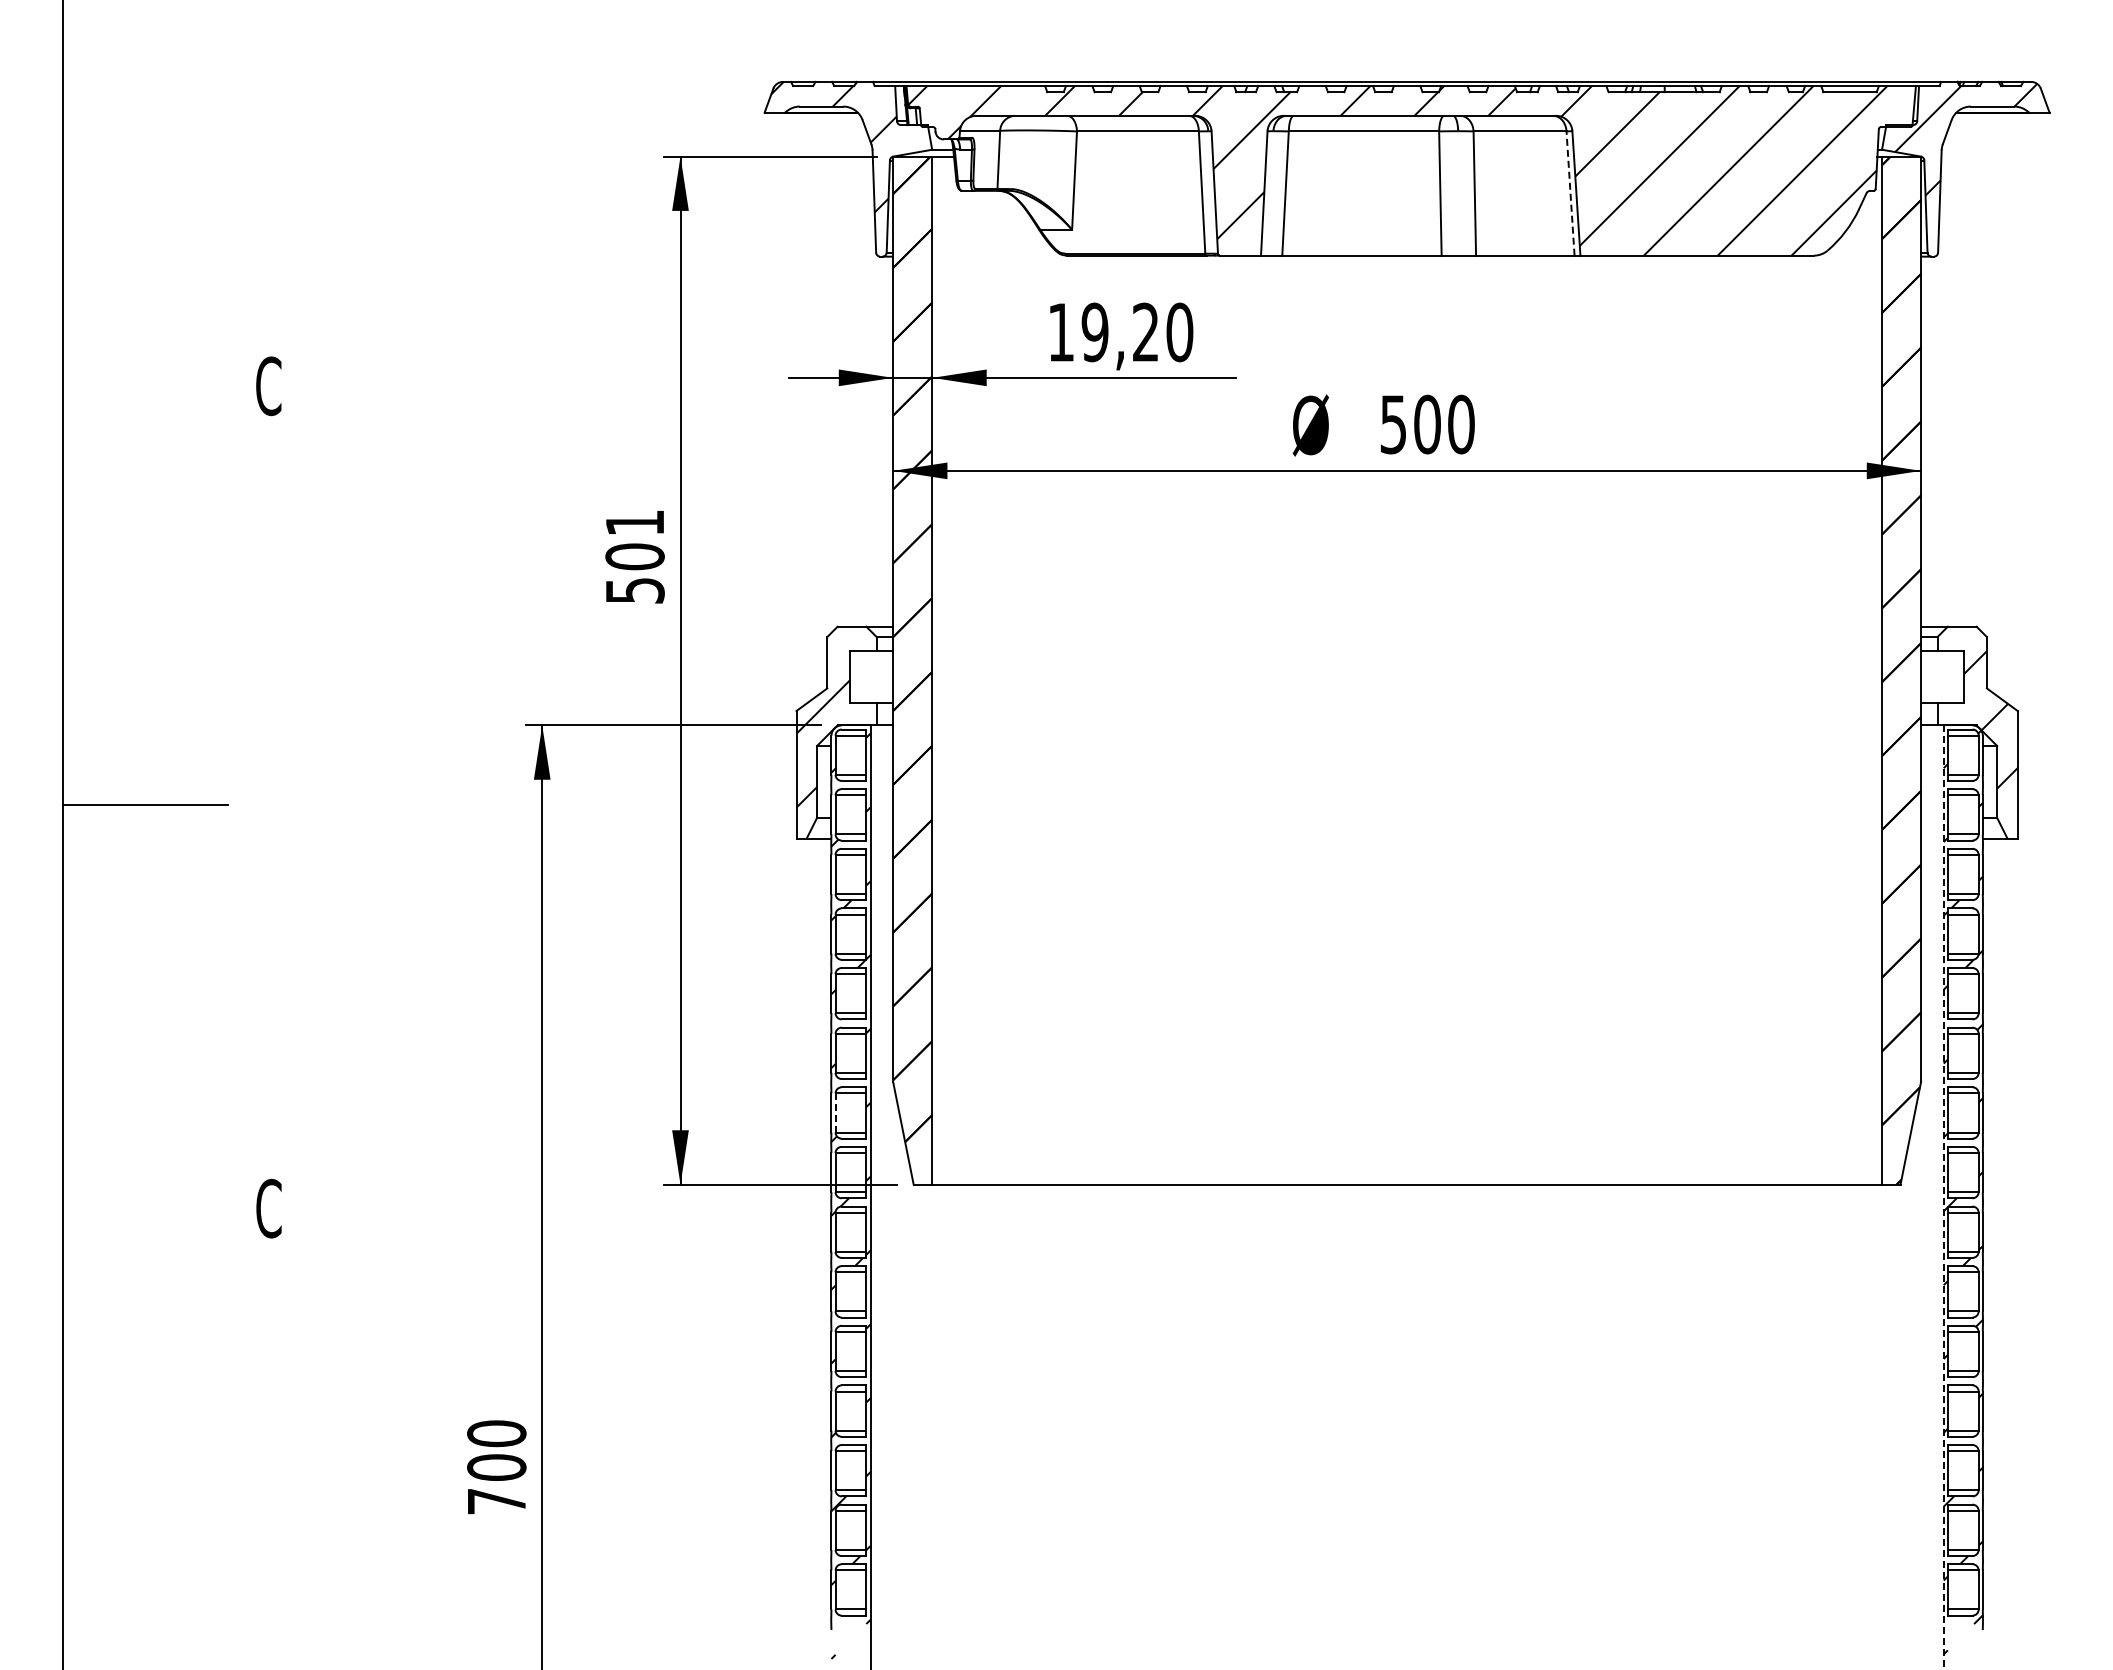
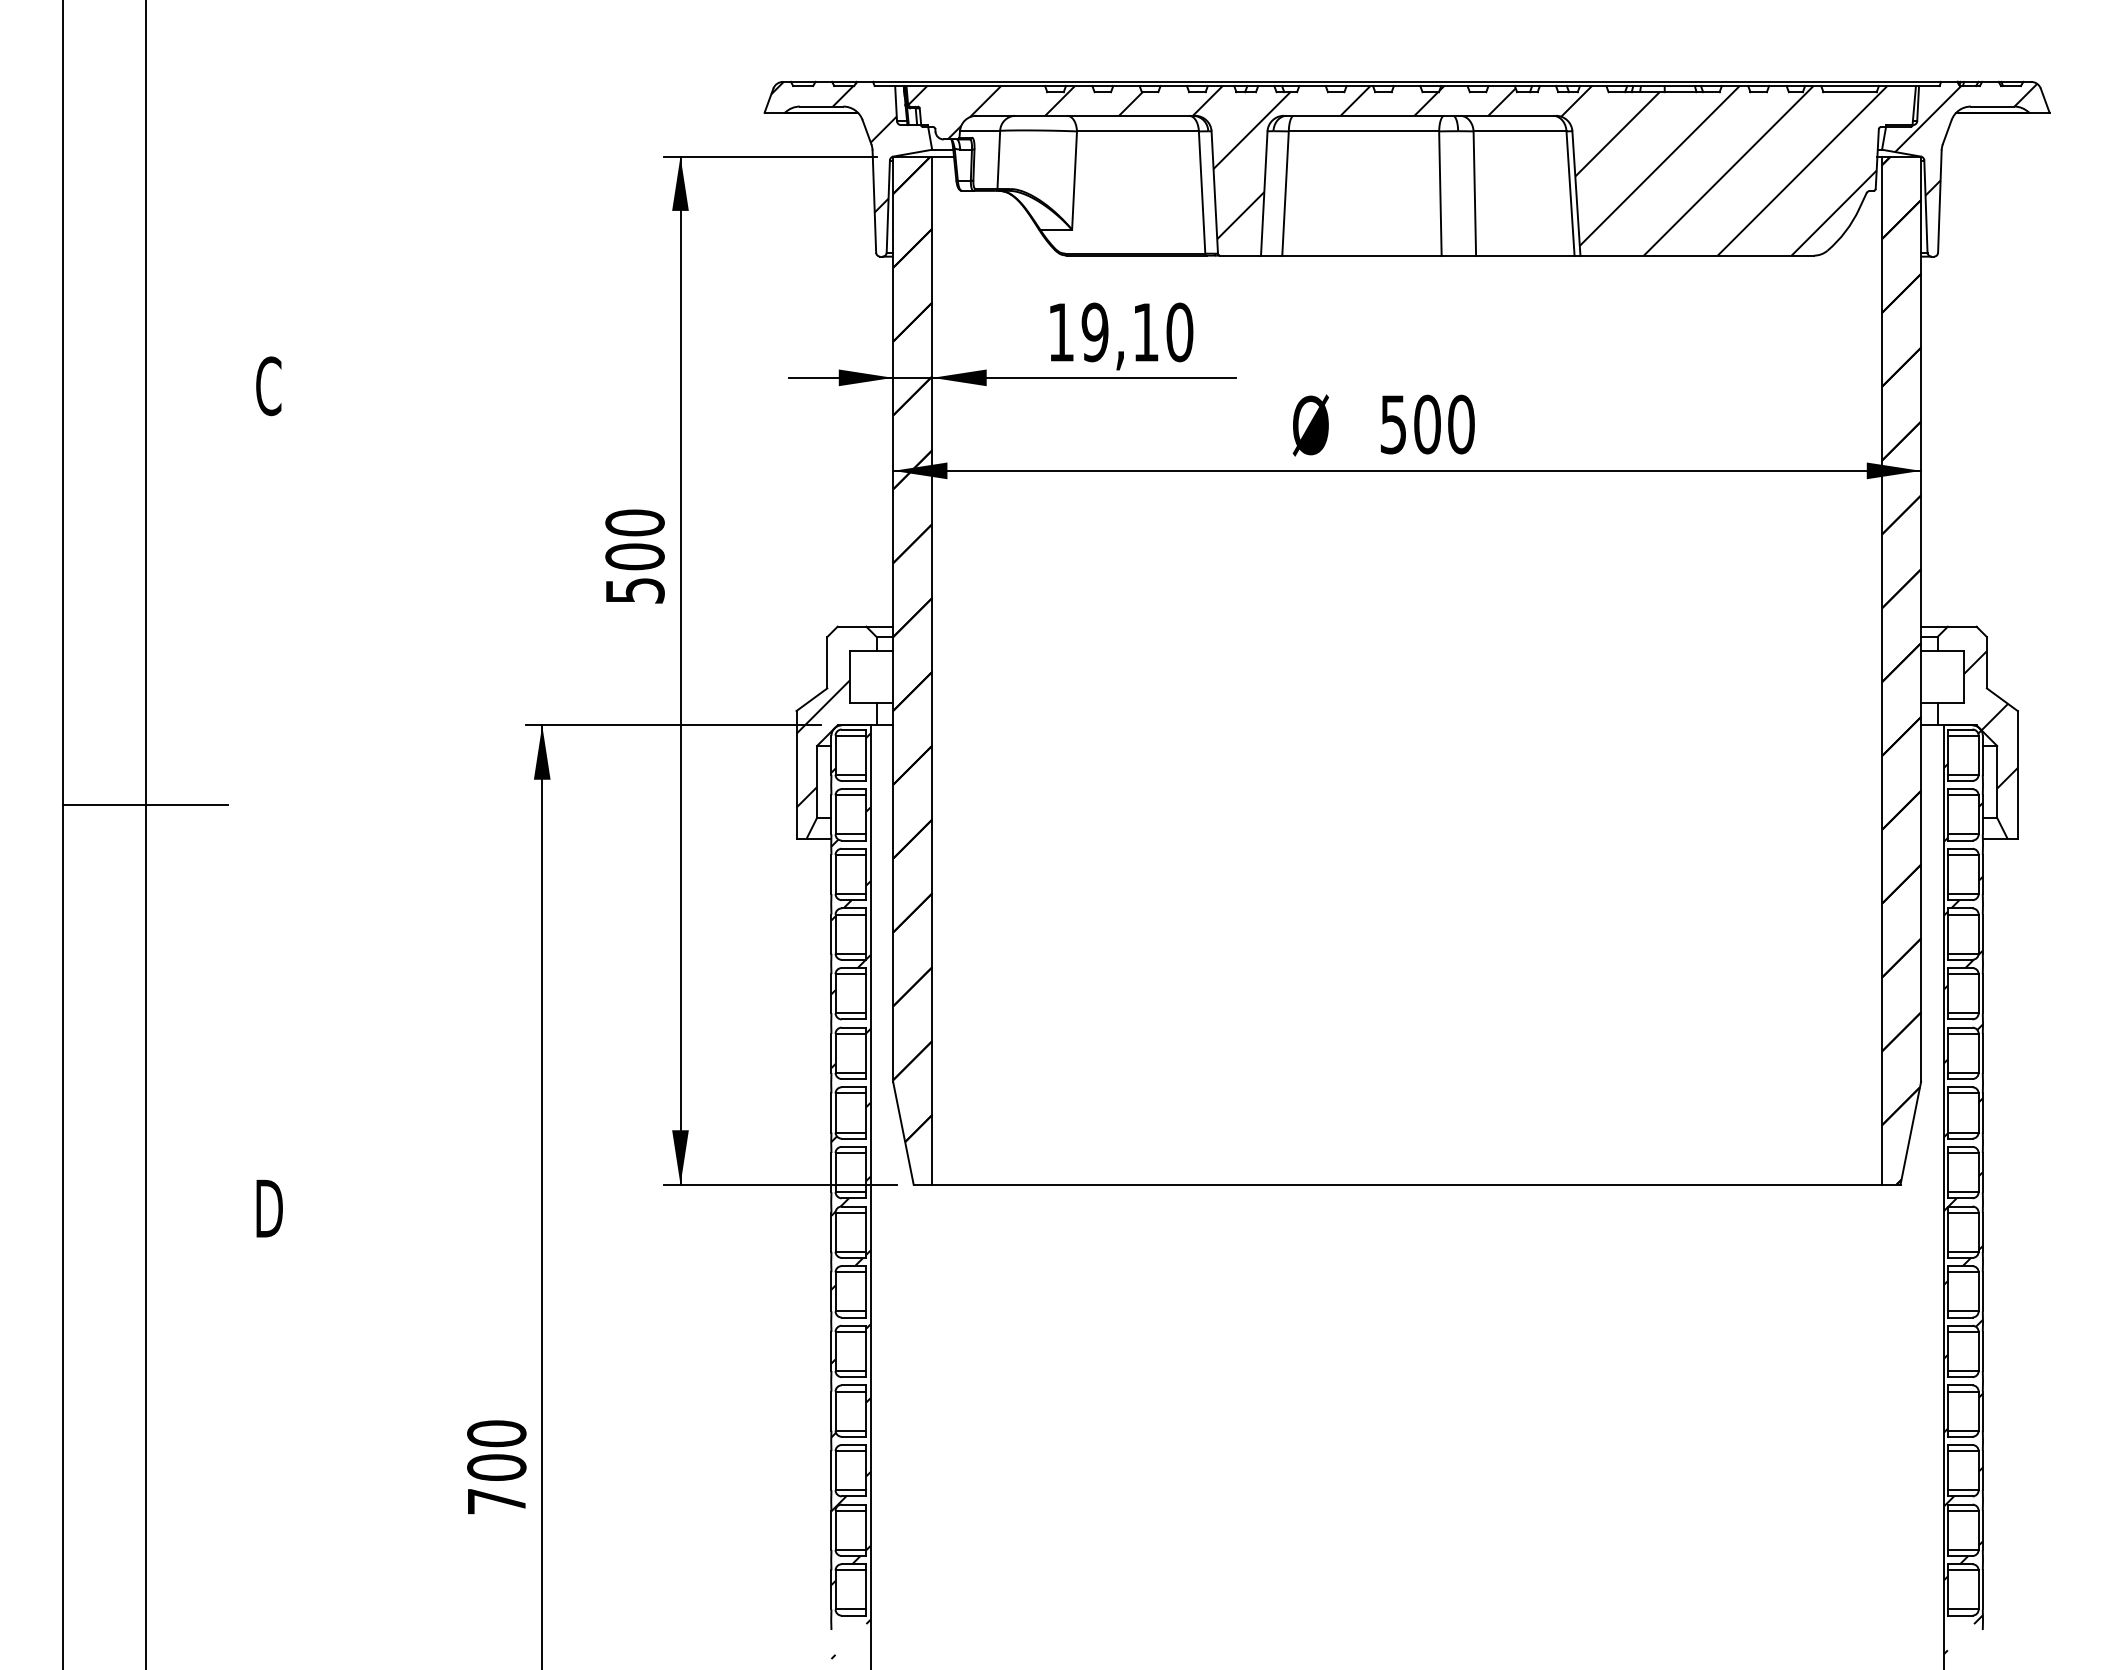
line at (1570, 193): dashed -> solid
text at (1145, 331): 19,20 -> 19,10
text at (634, 522): 501 -> 500
line at (145, 834): none -> present
line at (835, 1112): dashed -> solid
line at (1943, 1198): dashed -> solid
text at (269, 1208): C -> D
